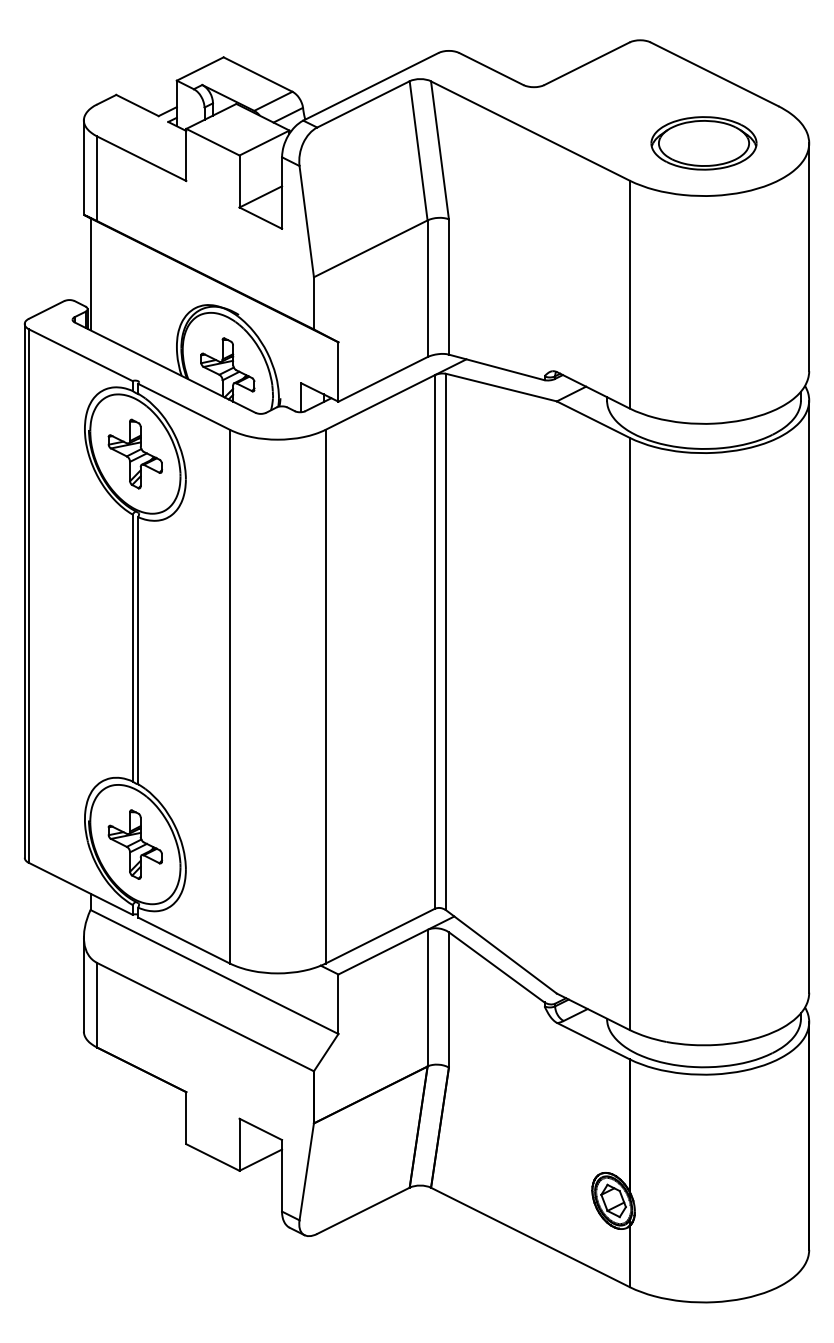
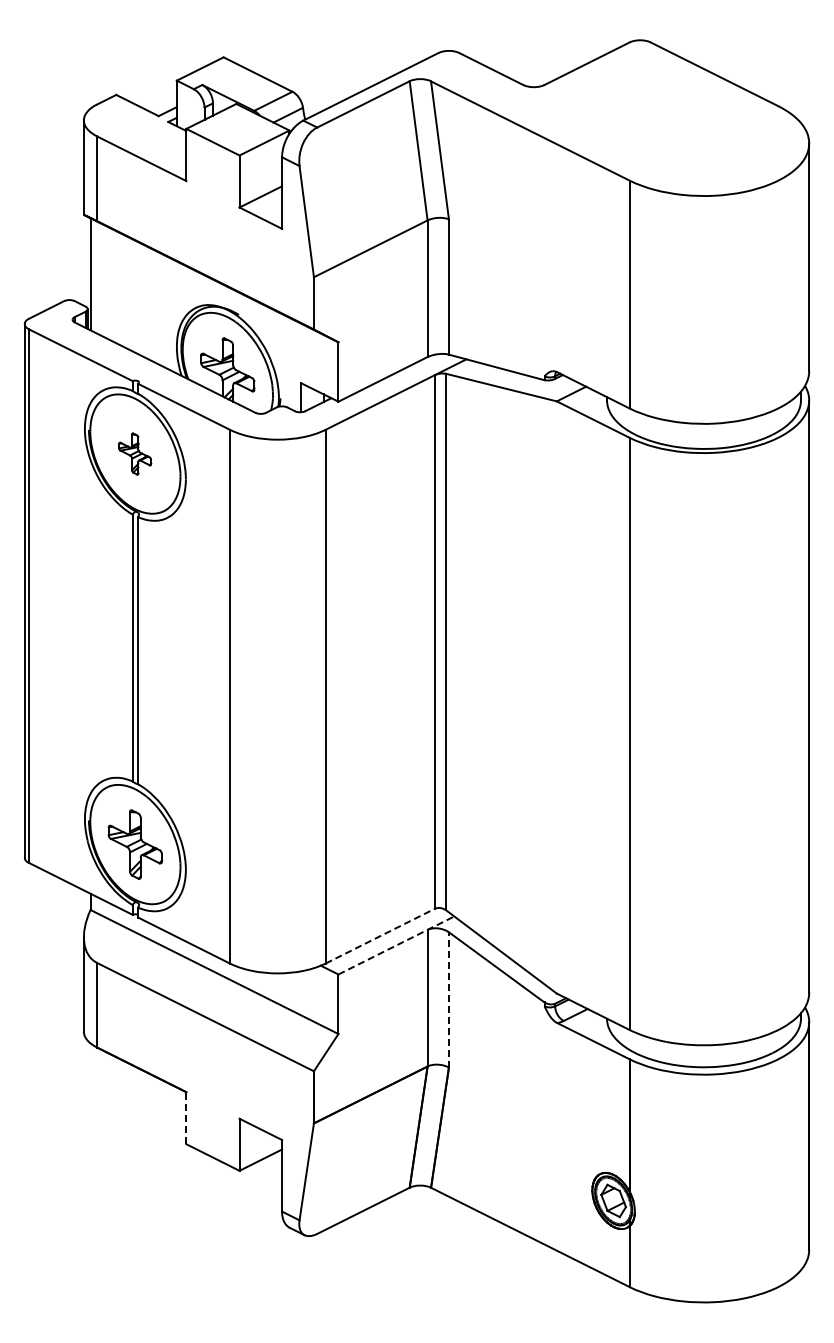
part at (703, 143): present -> none
part at (134, 453) size: 56x72 px -> 35x44 px
line at (380, 935): solid -> dashed
line at (396, 945): solid -> dashed
line at (448, 999): solid -> dashed
line at (186, 1117): solid -> dashed
